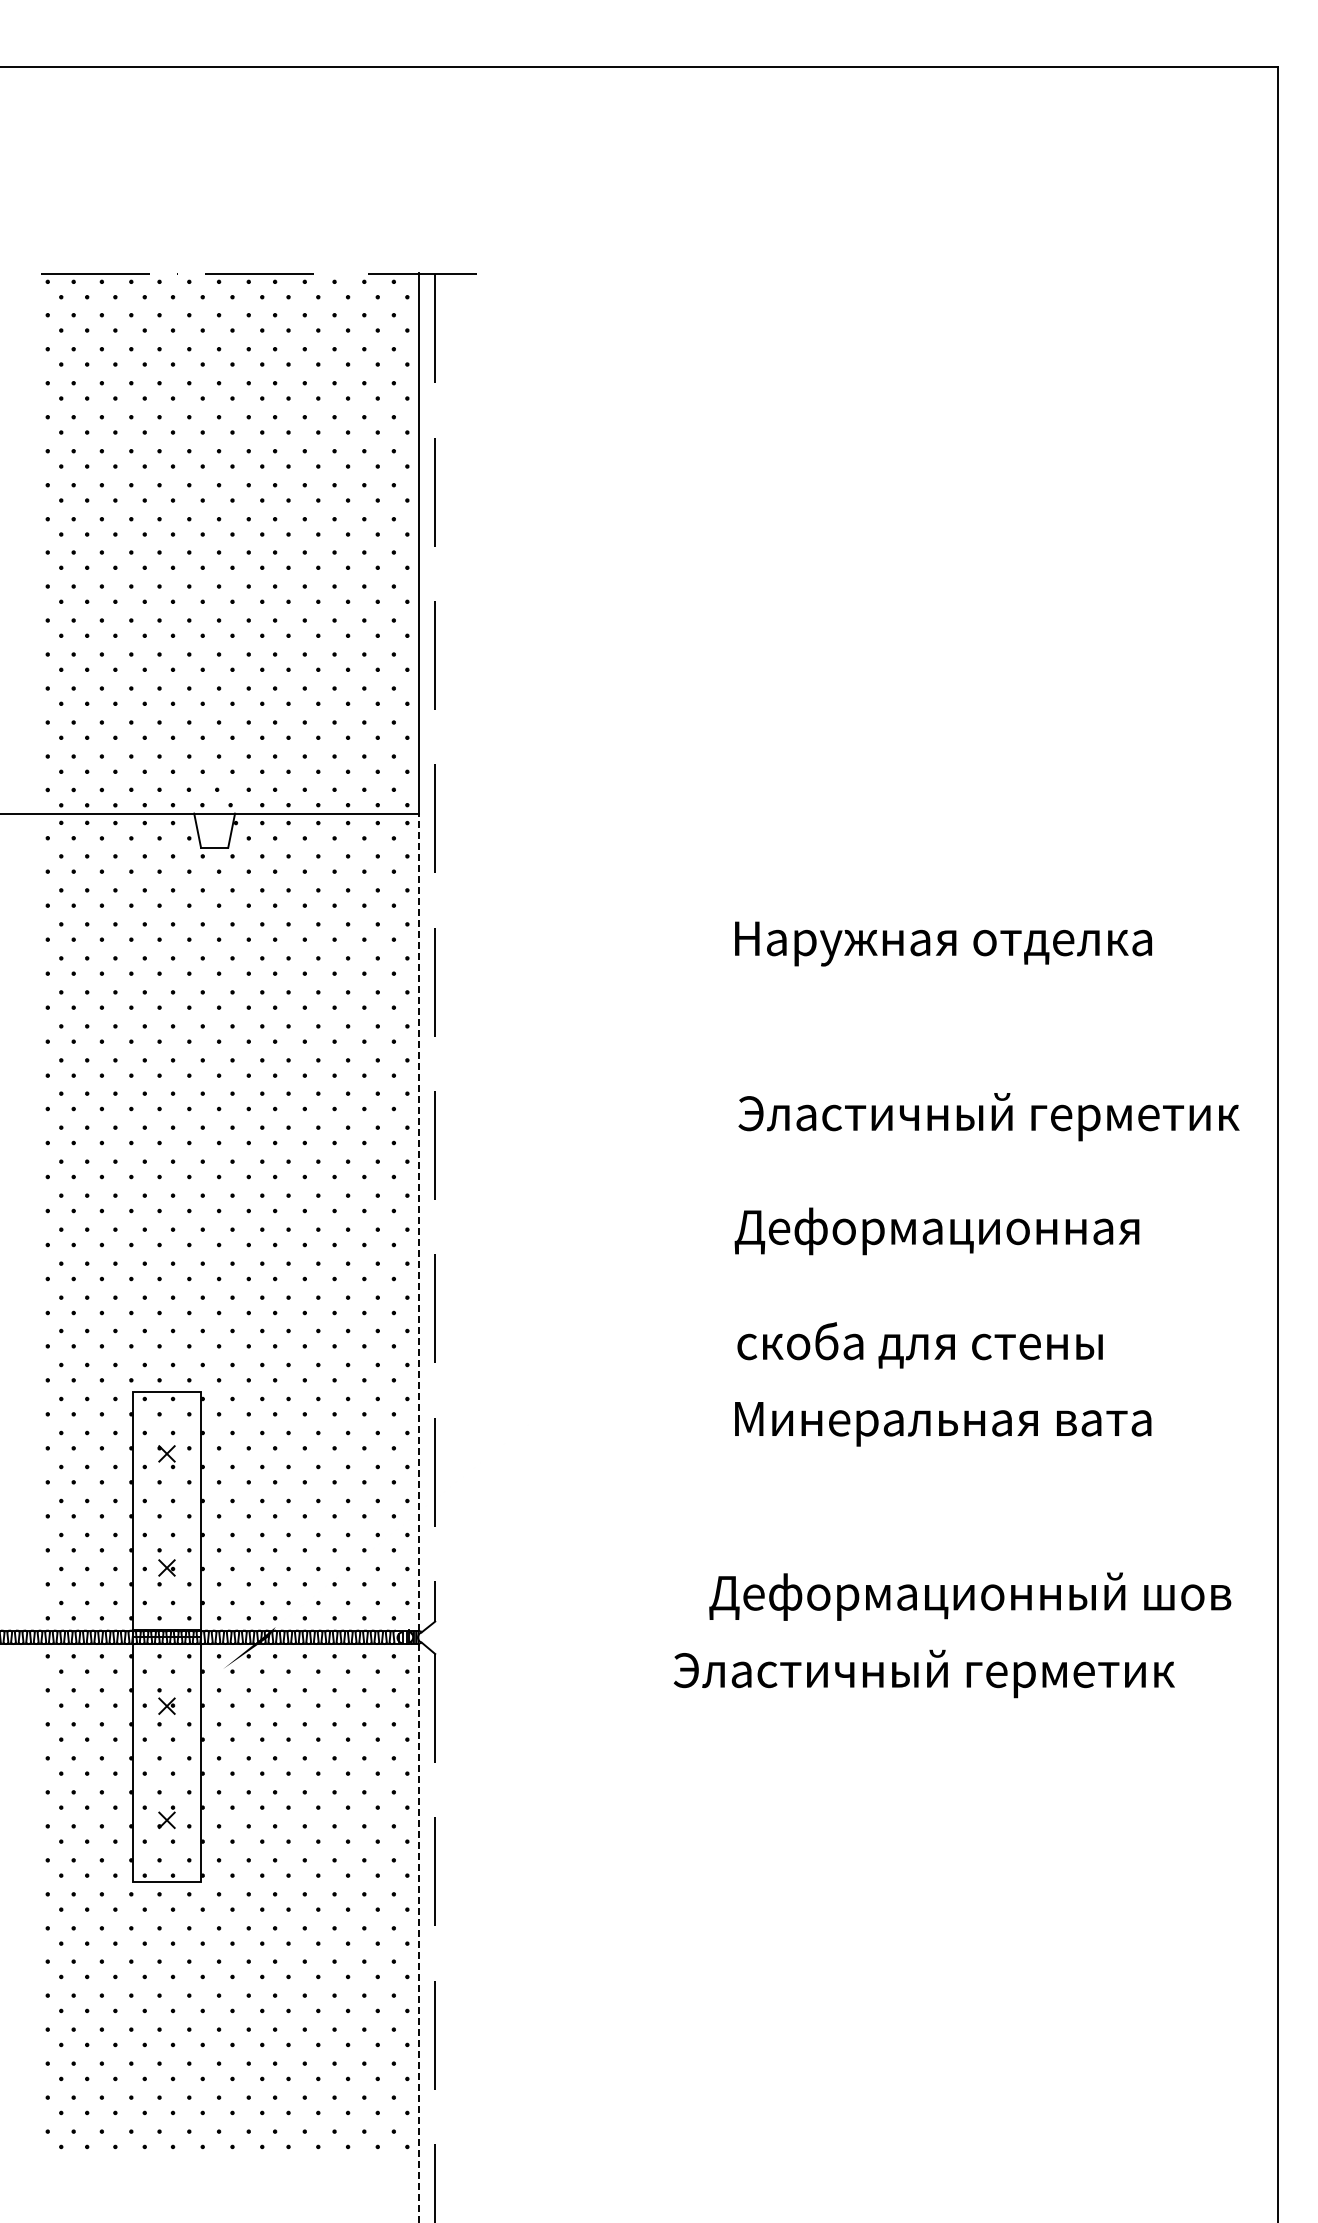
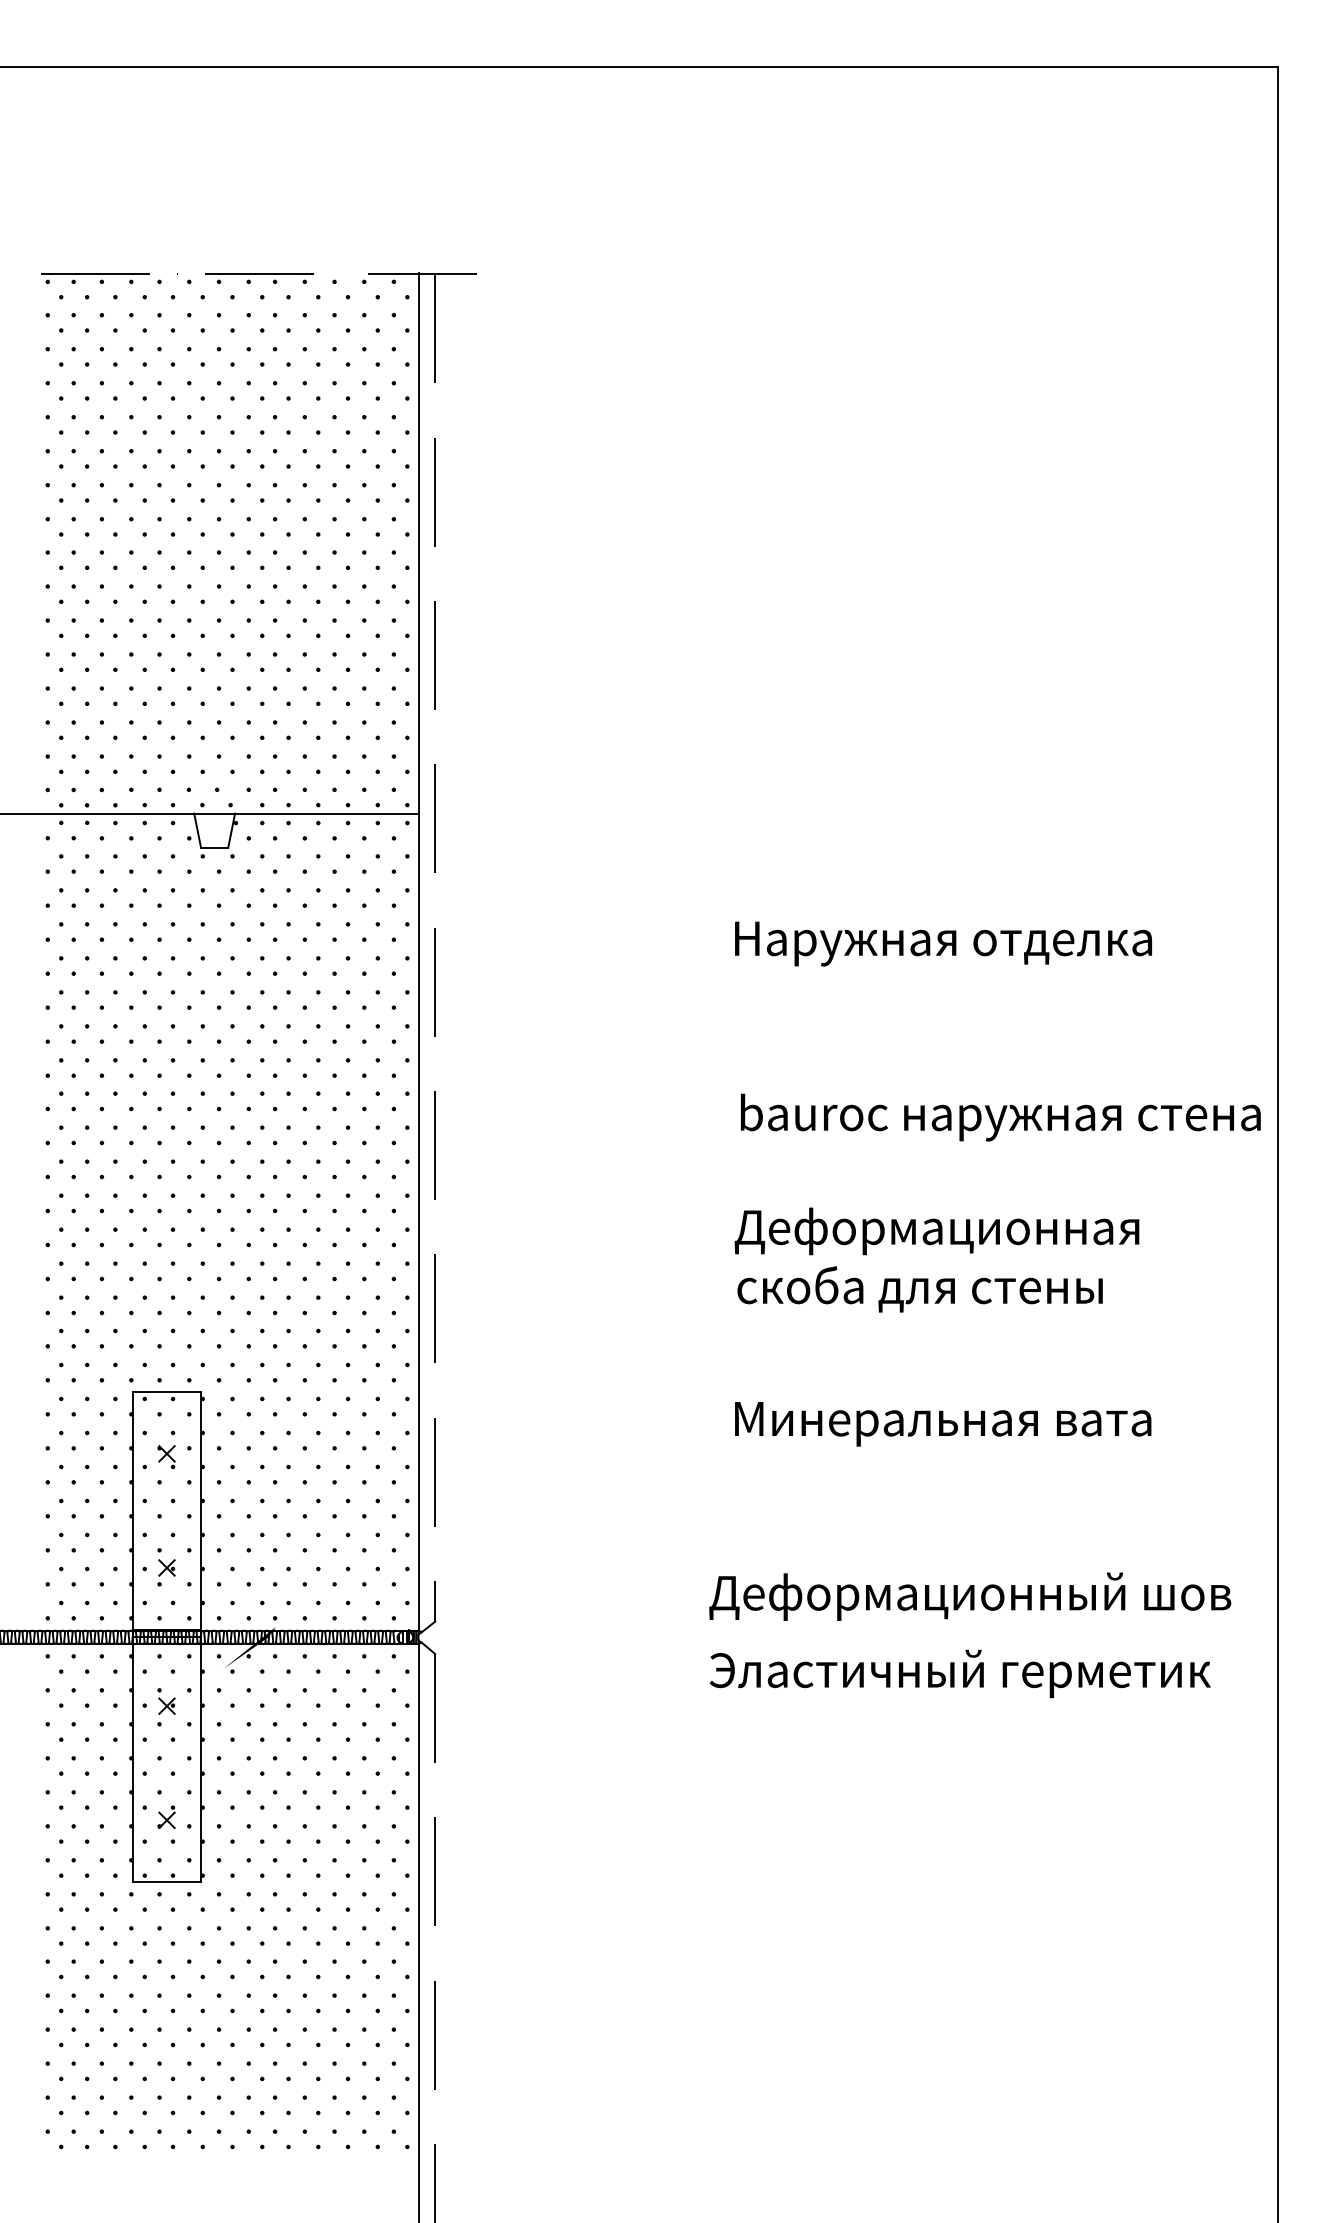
text at (999, 1117): Эластичный герметик -> bauroc наружная стена
line at (418, 1221): dashed -> solid
text at (919, 1345) position: (919, 1345) -> (919, 1289)
text at (923, 1673) position: (923, 1673) -> (959, 1673)
line at (418, 1933): dashed -> solid
